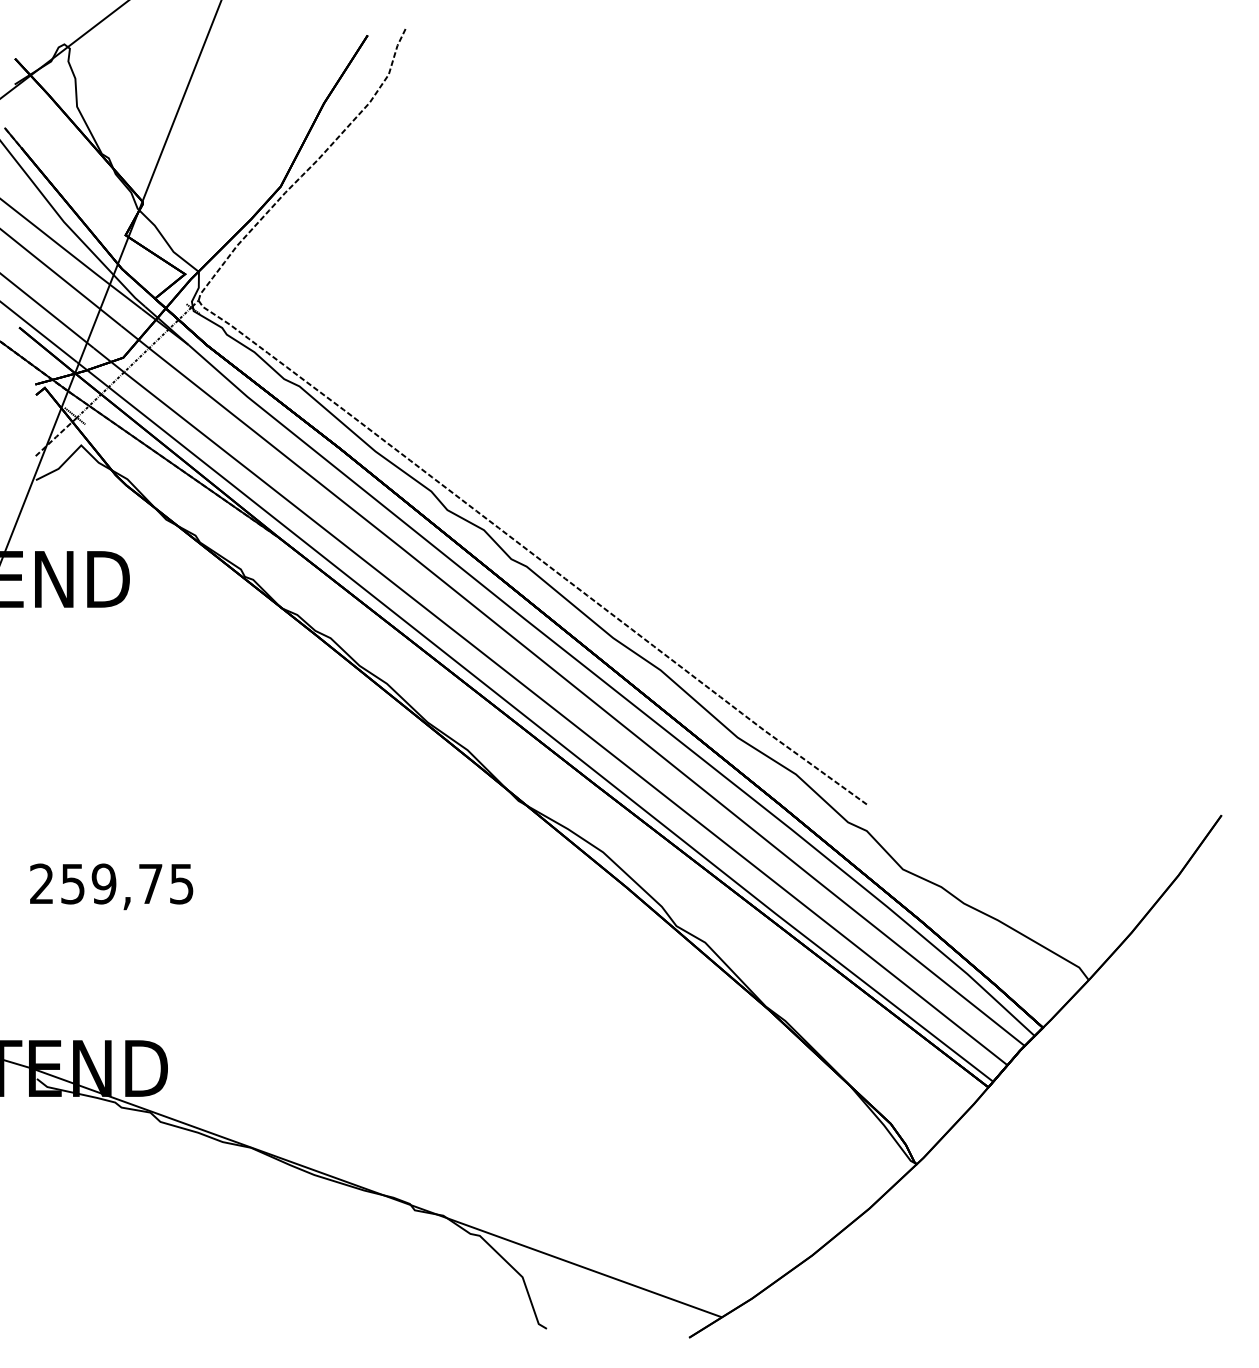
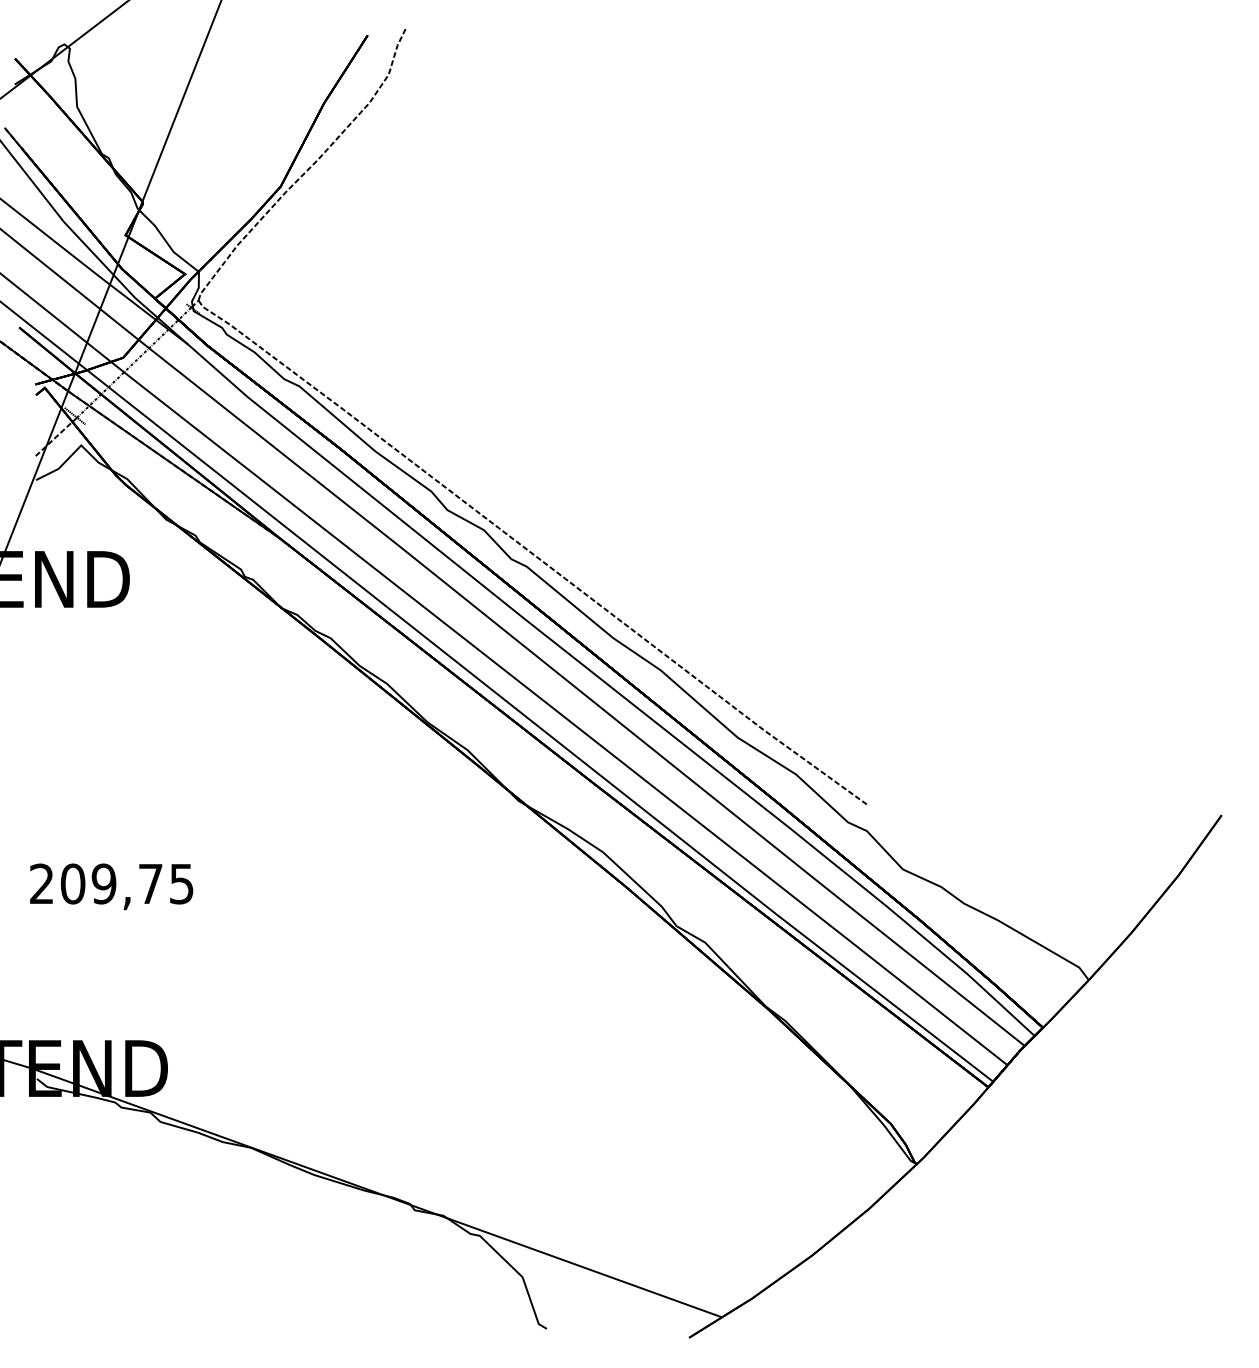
text at (72, 883): 259,75 -> 209,75
